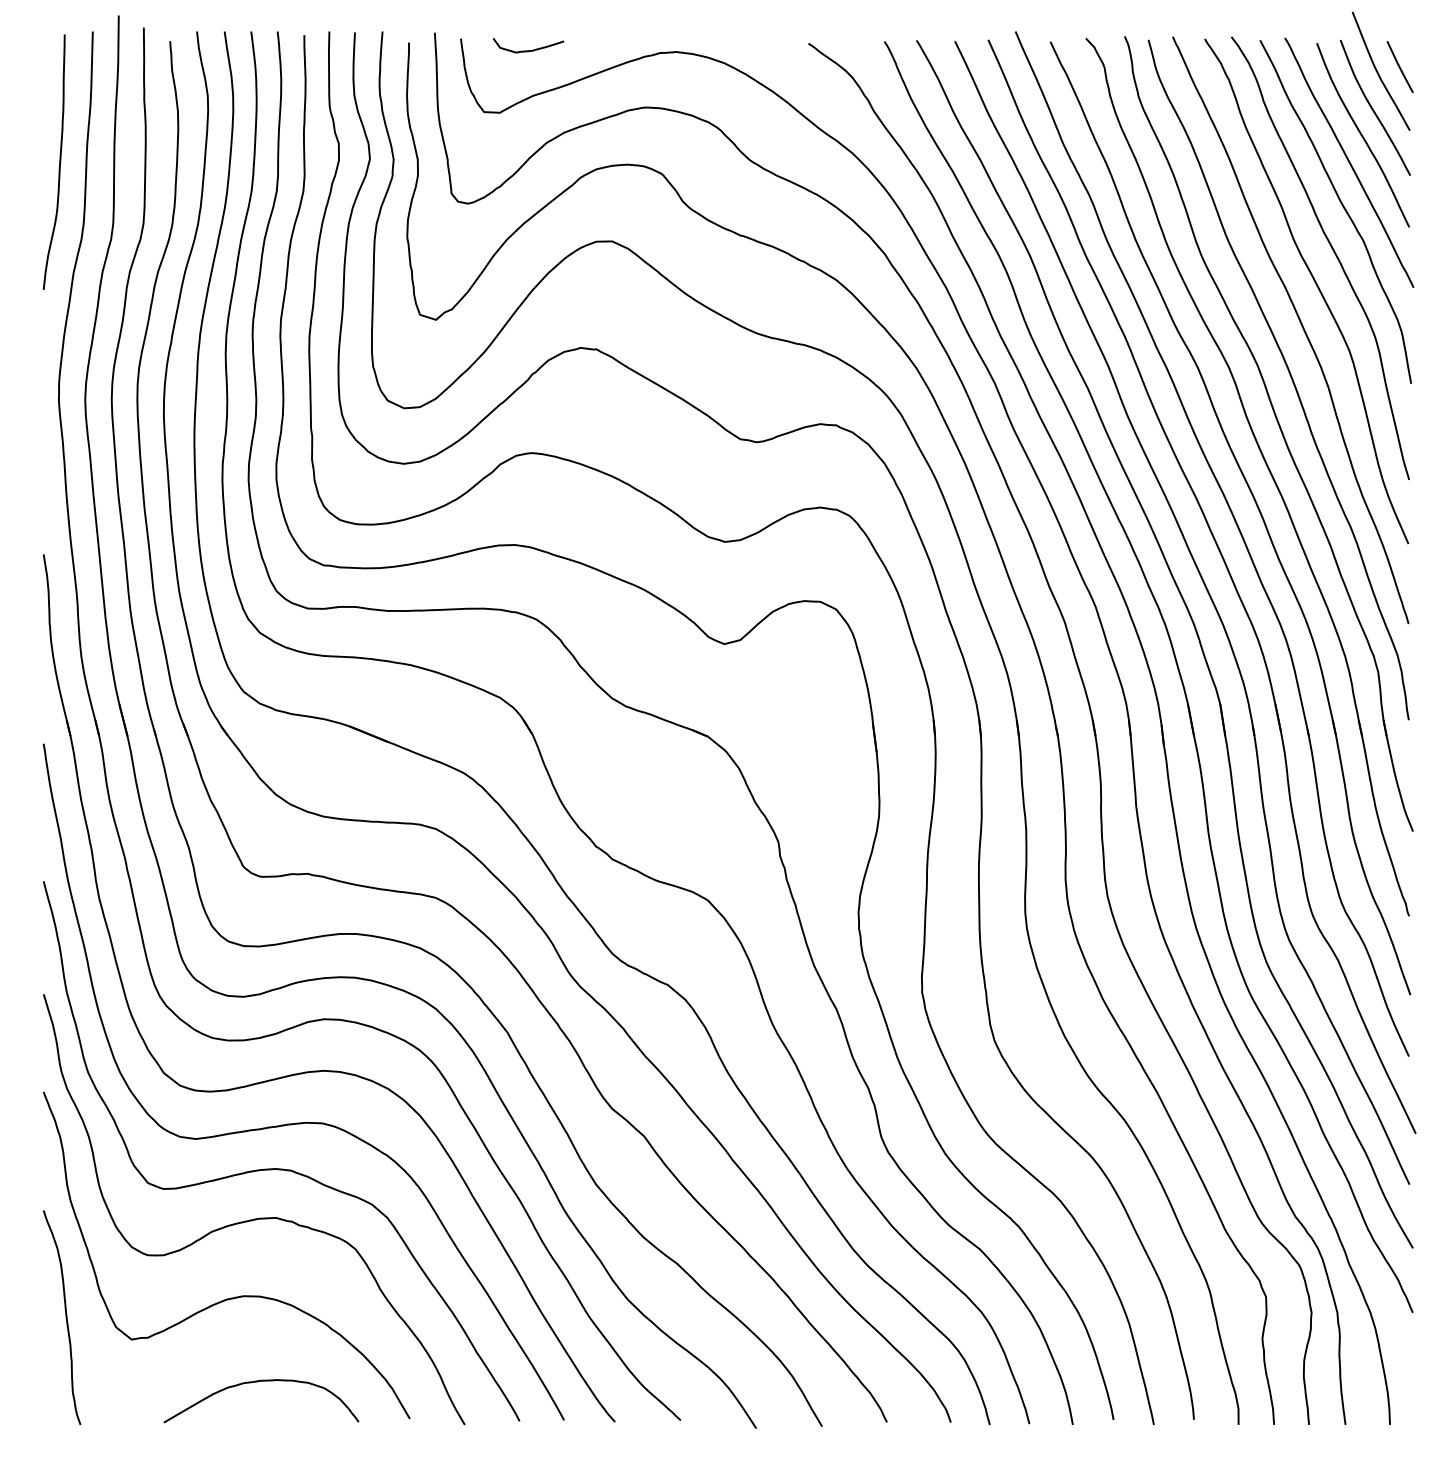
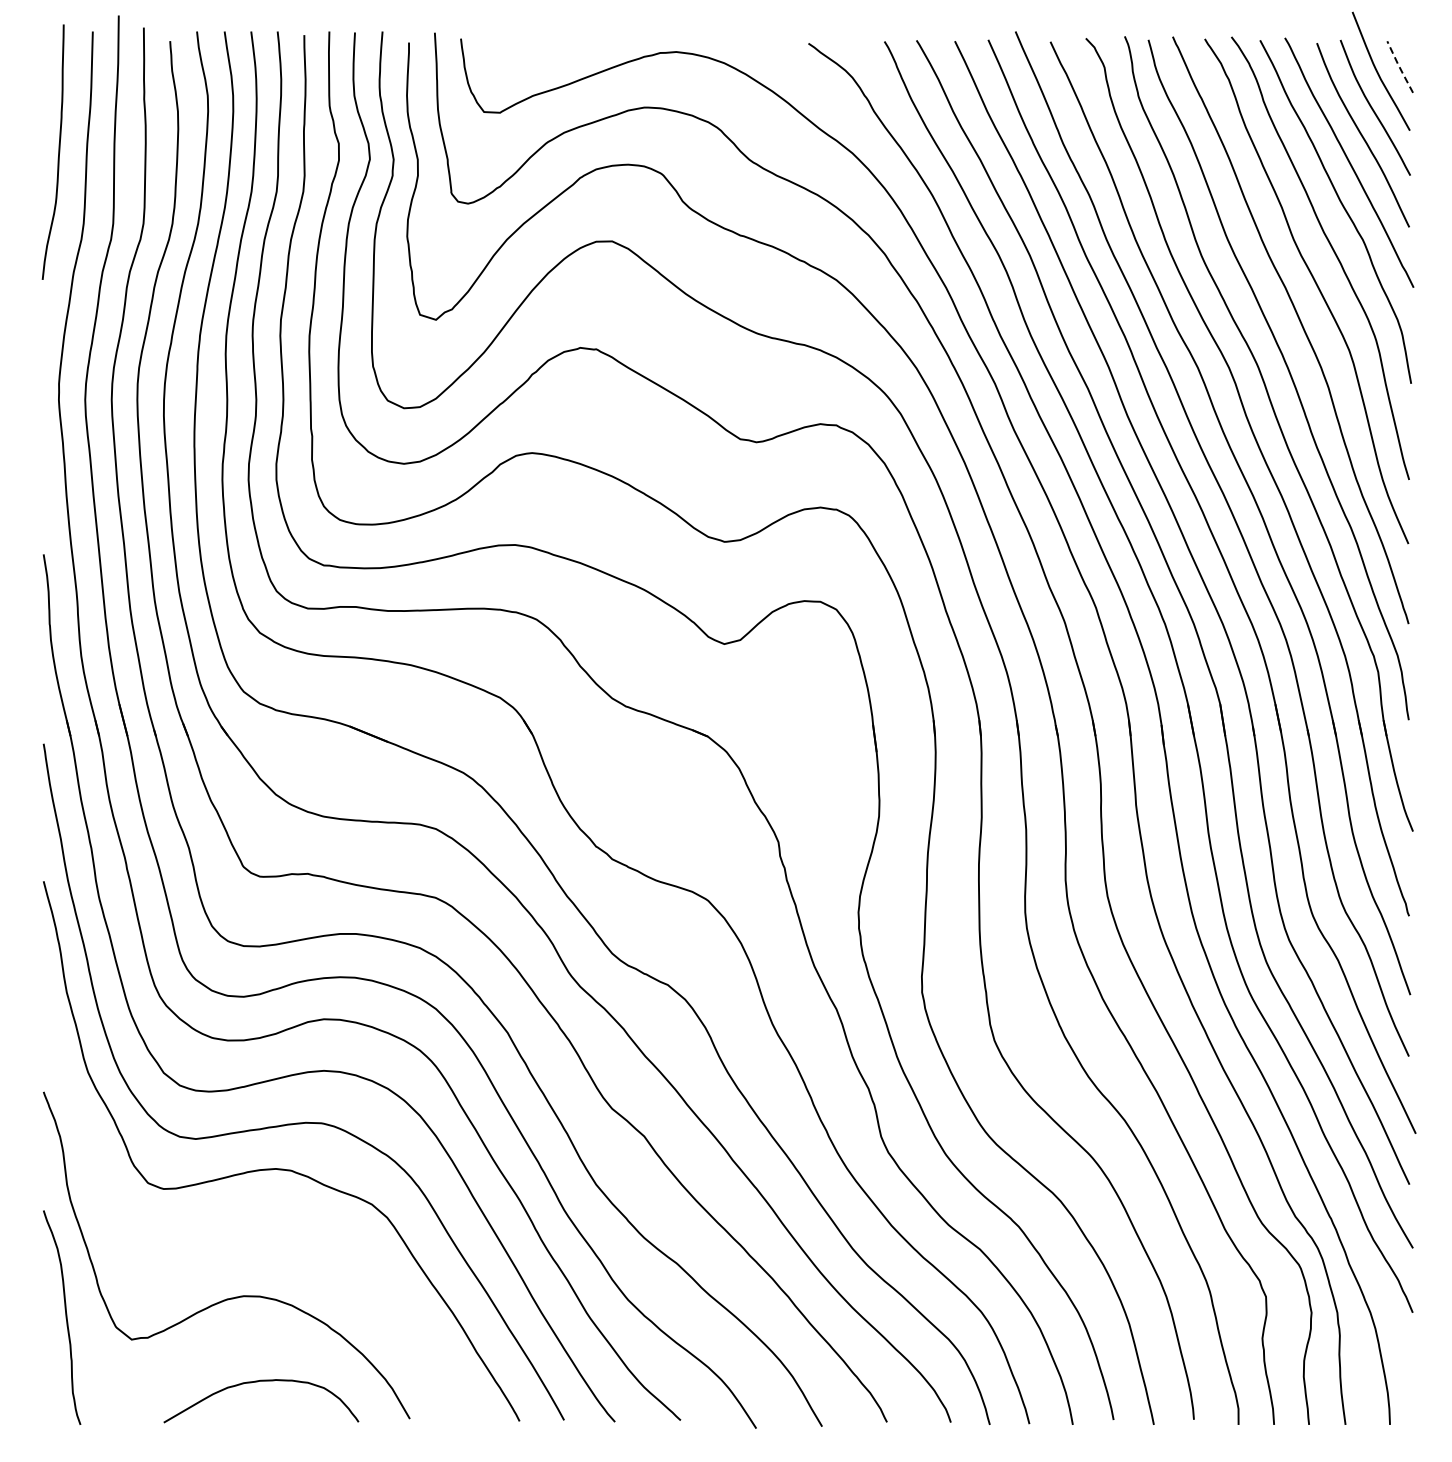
curve at (528, 50): present -> none
line at (1399, 66): solid -> dashed
curve at (59, 161) position: (59, 161) -> (58, 151)
curve at (254, 1218): present -> none
